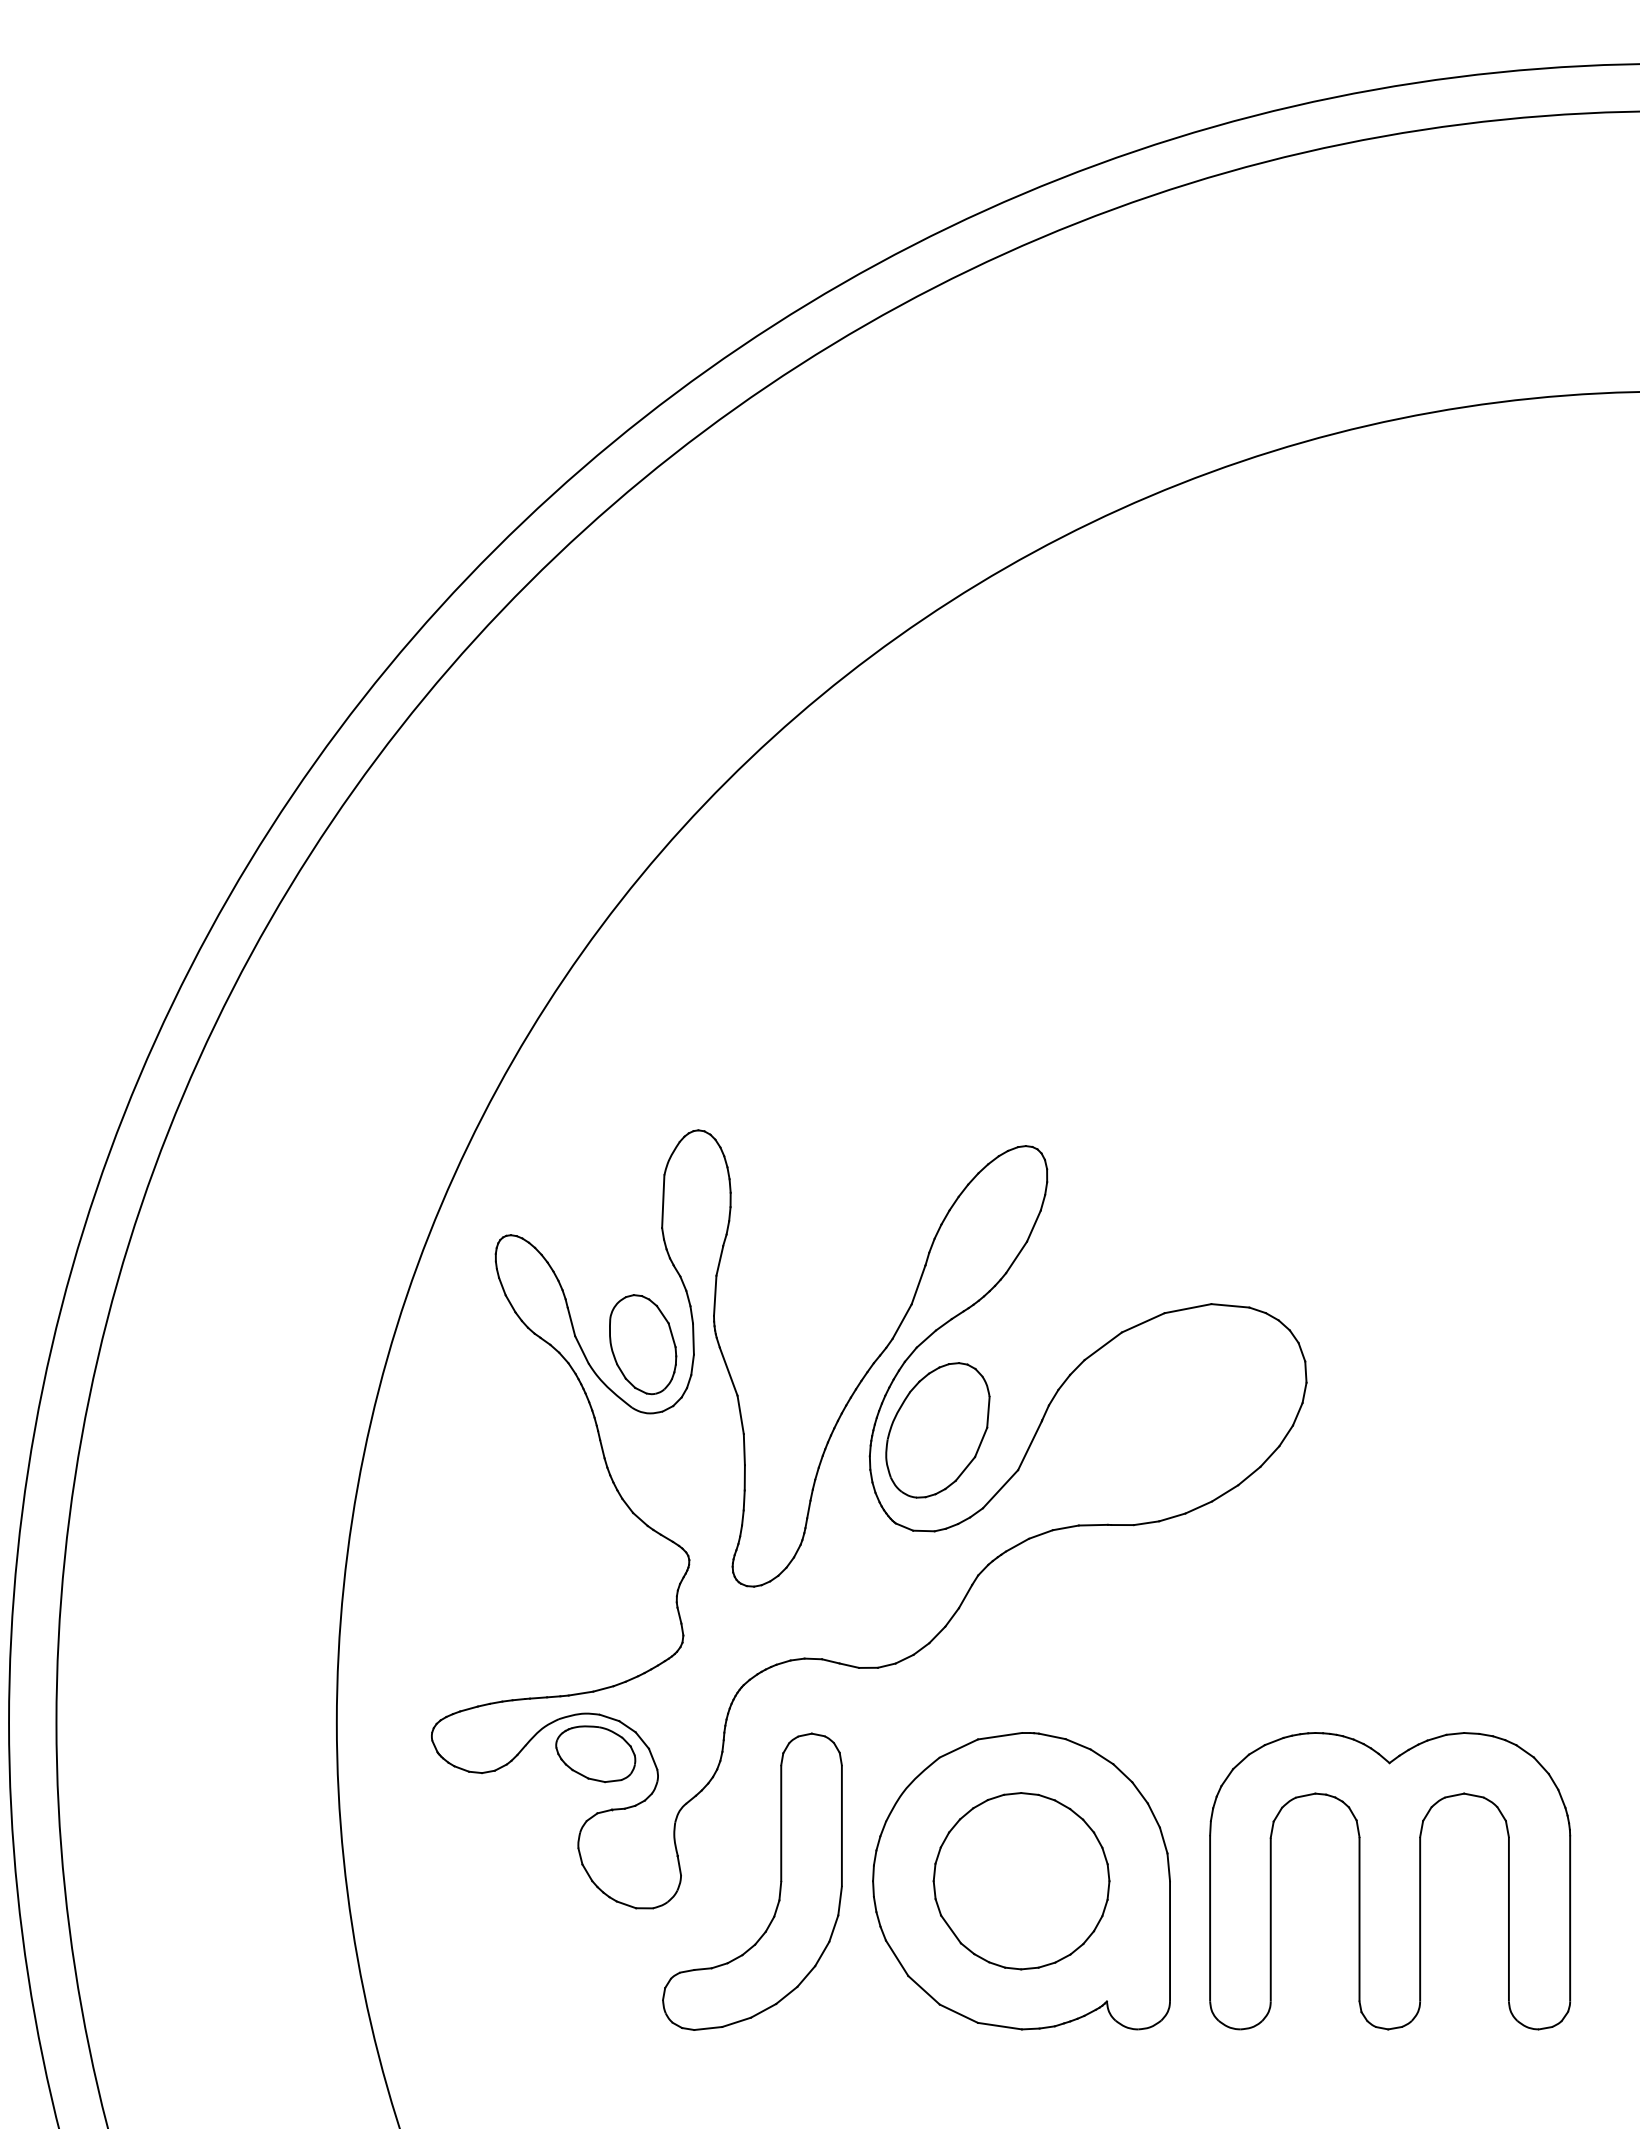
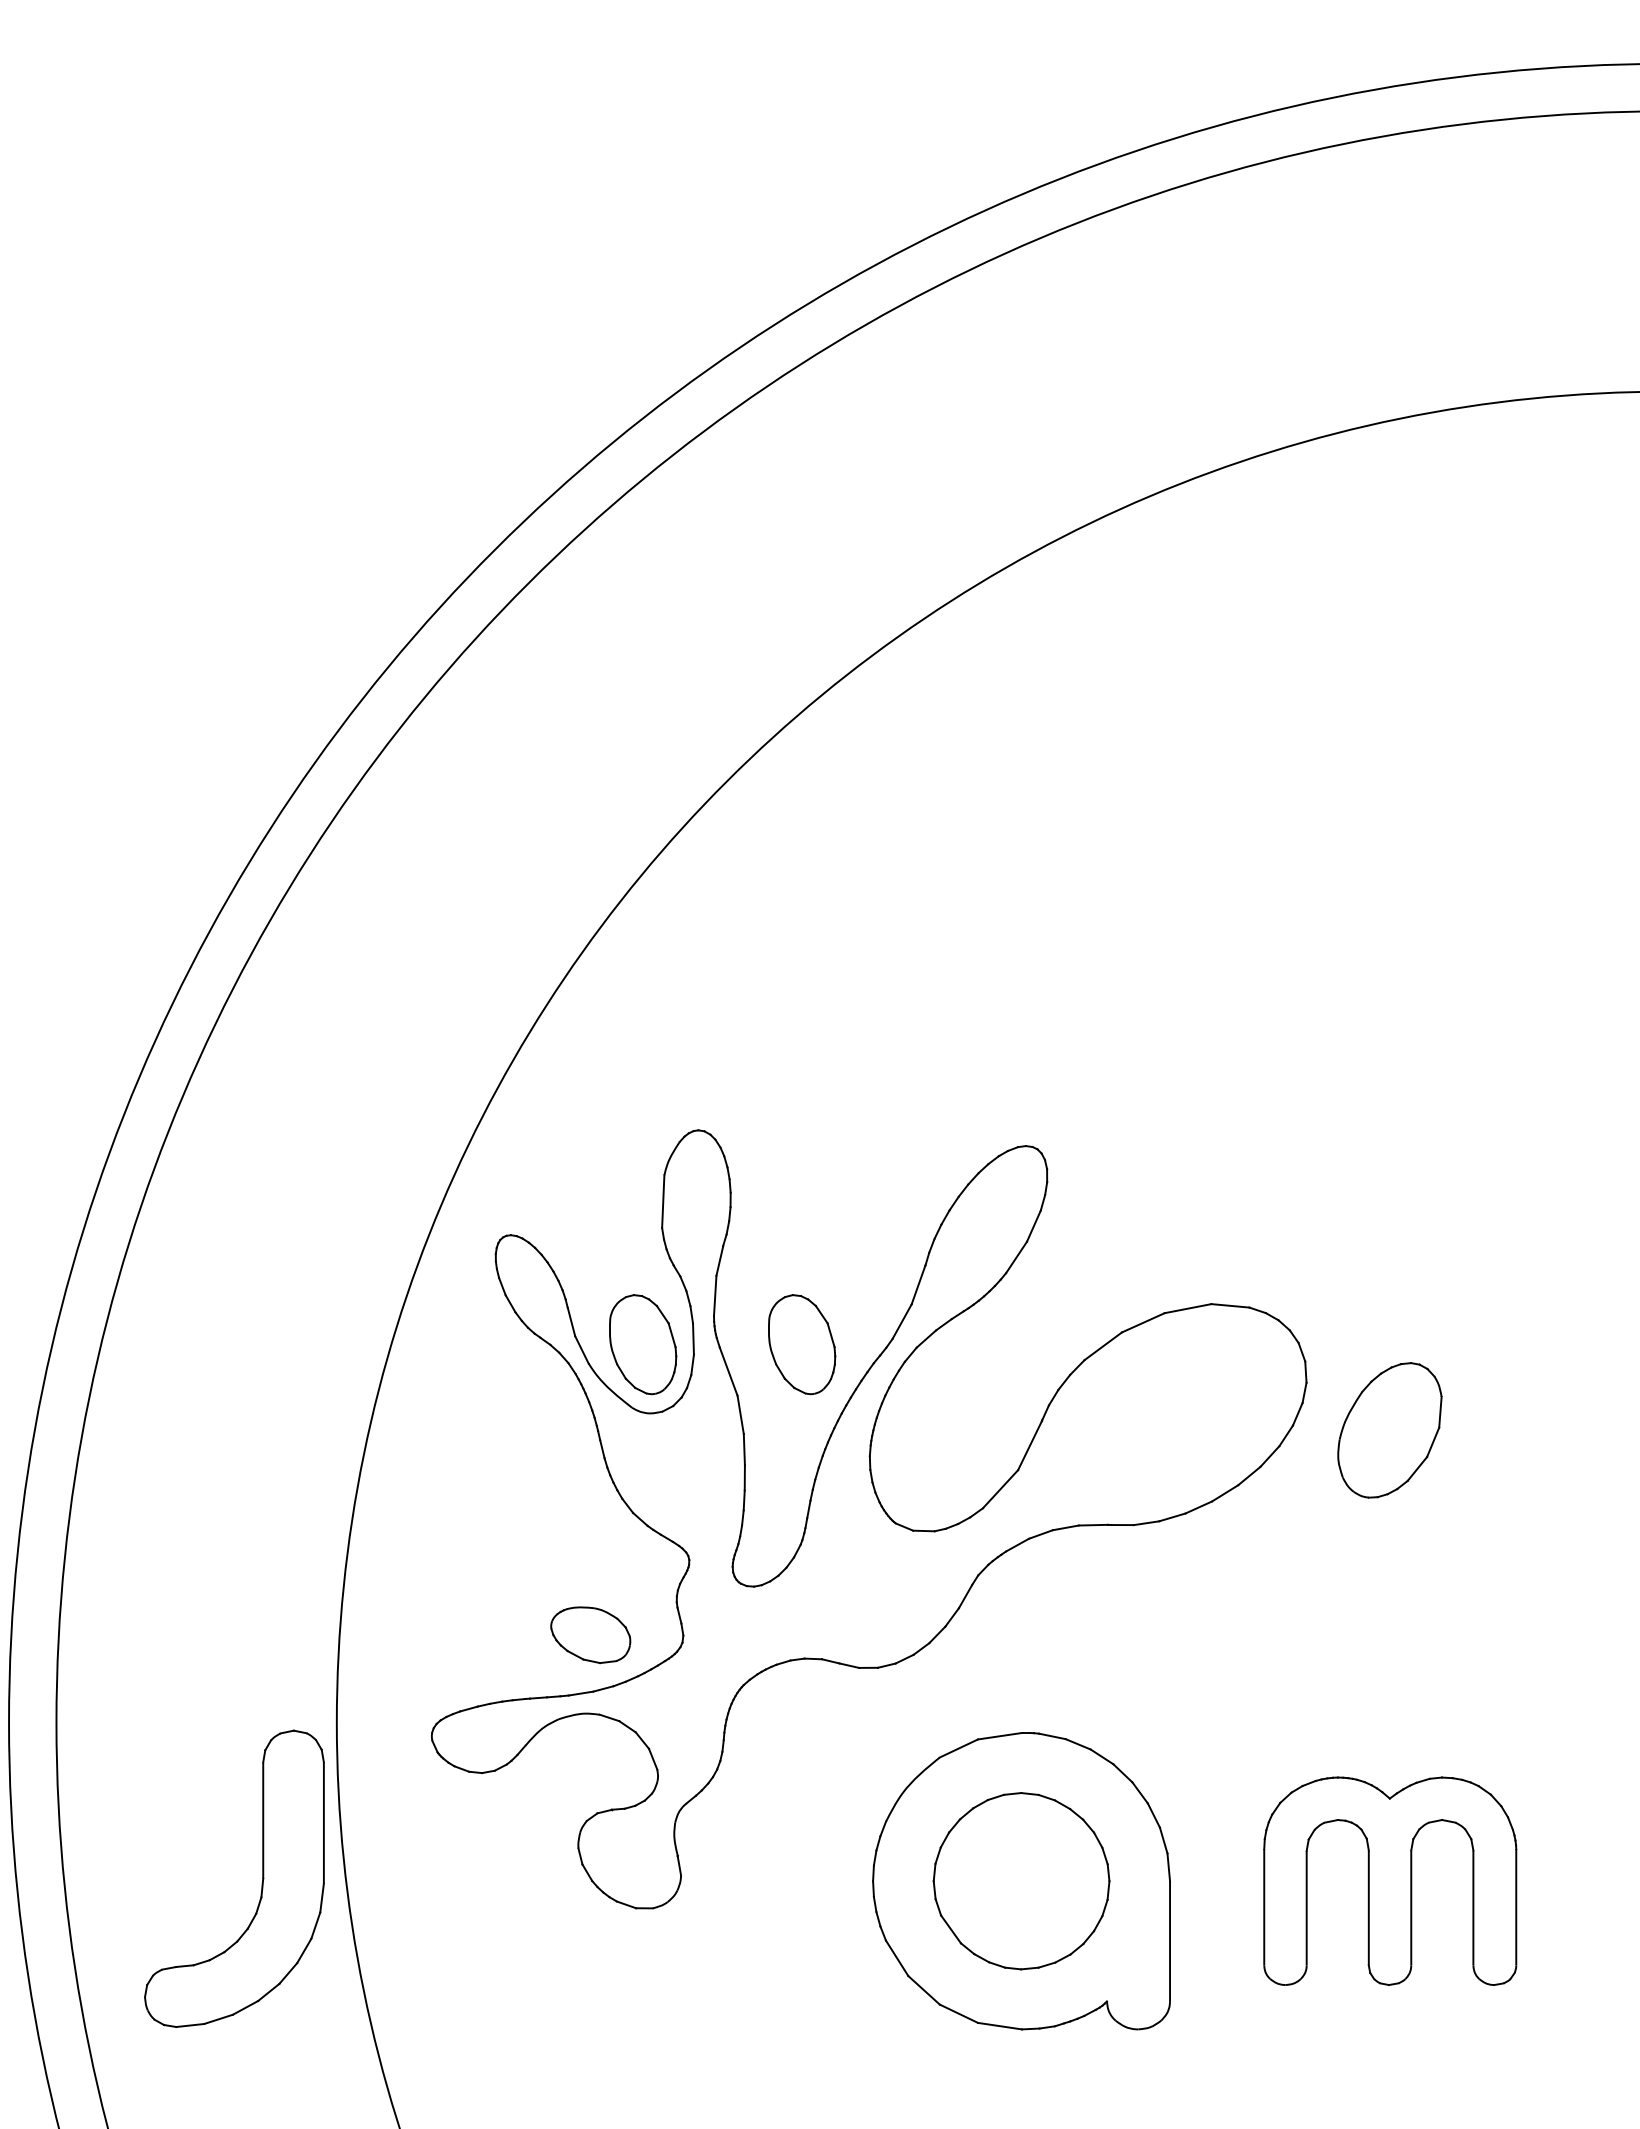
part at (802, 1344): none -> present
part at (937, 1430) position: (937, 1430) -> (1389, 1430)
part at (595, 1754) position: (595, 1754) -> (590, 1635)
part at (1390, 1881) size: 363x299 px -> 255x210 px
part at (779, 1886) position: (779, 1886) -> (261, 1883)
